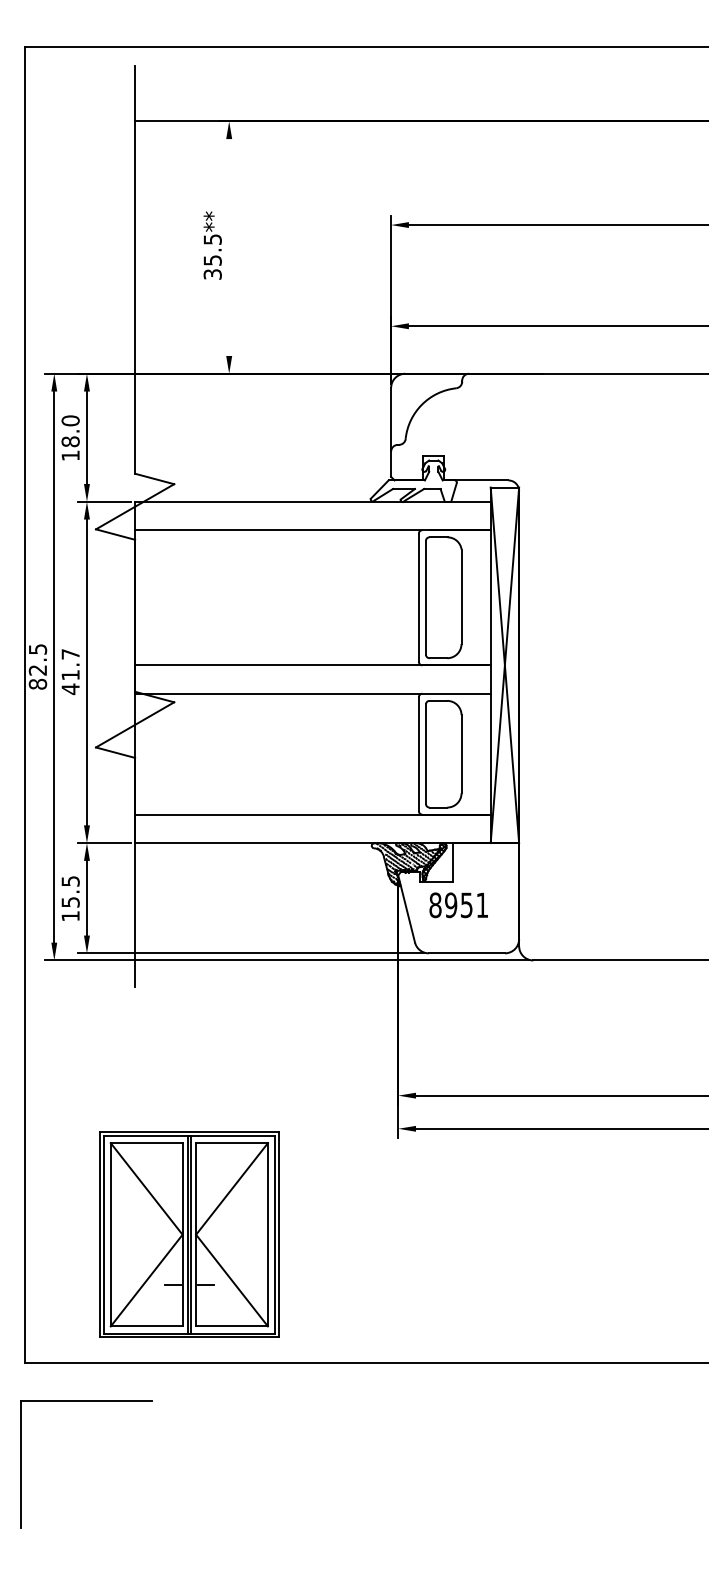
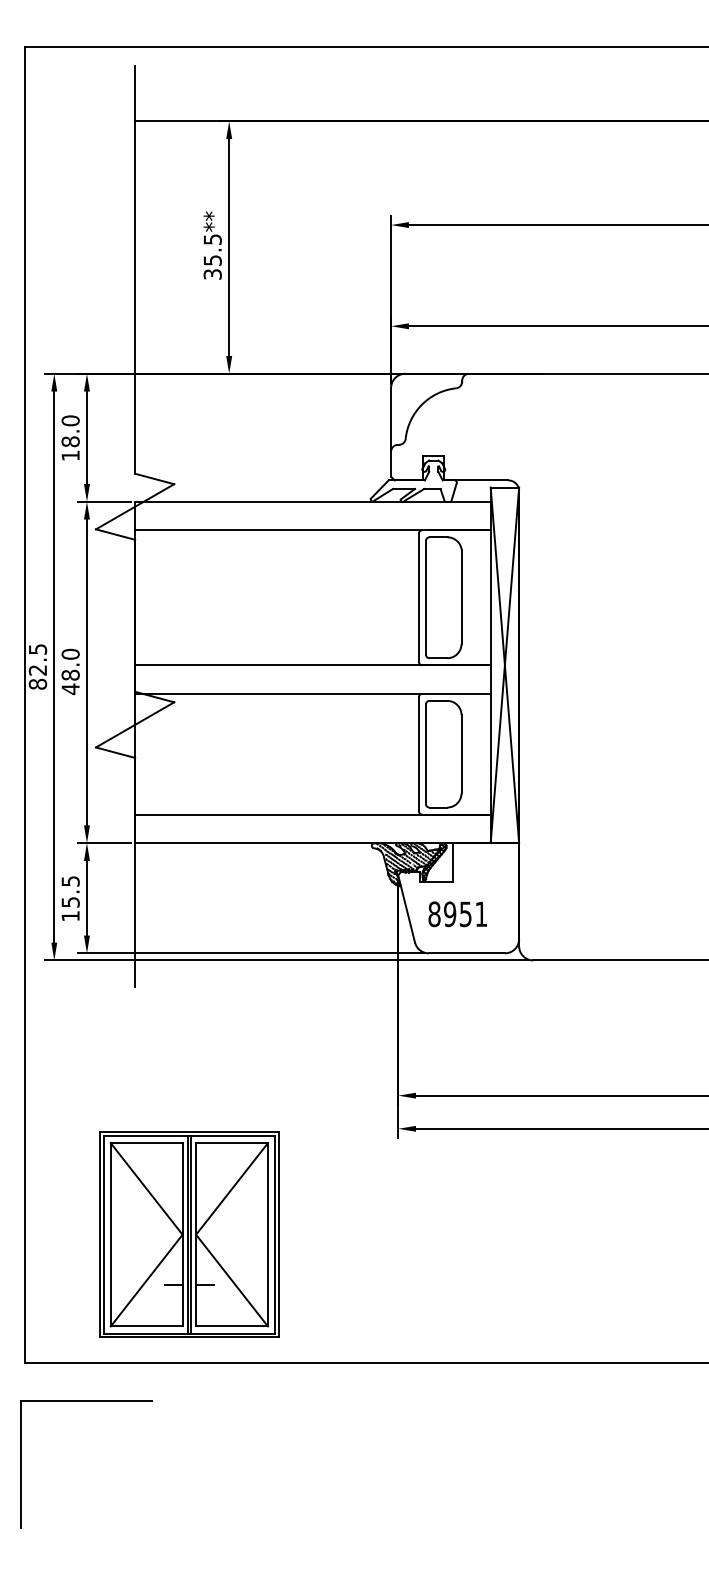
line at (229, 247): none -> present
text at (70, 664): 41.7 -> 48.0
text at (458, 905) position: (458, 905) -> (457, 914)
